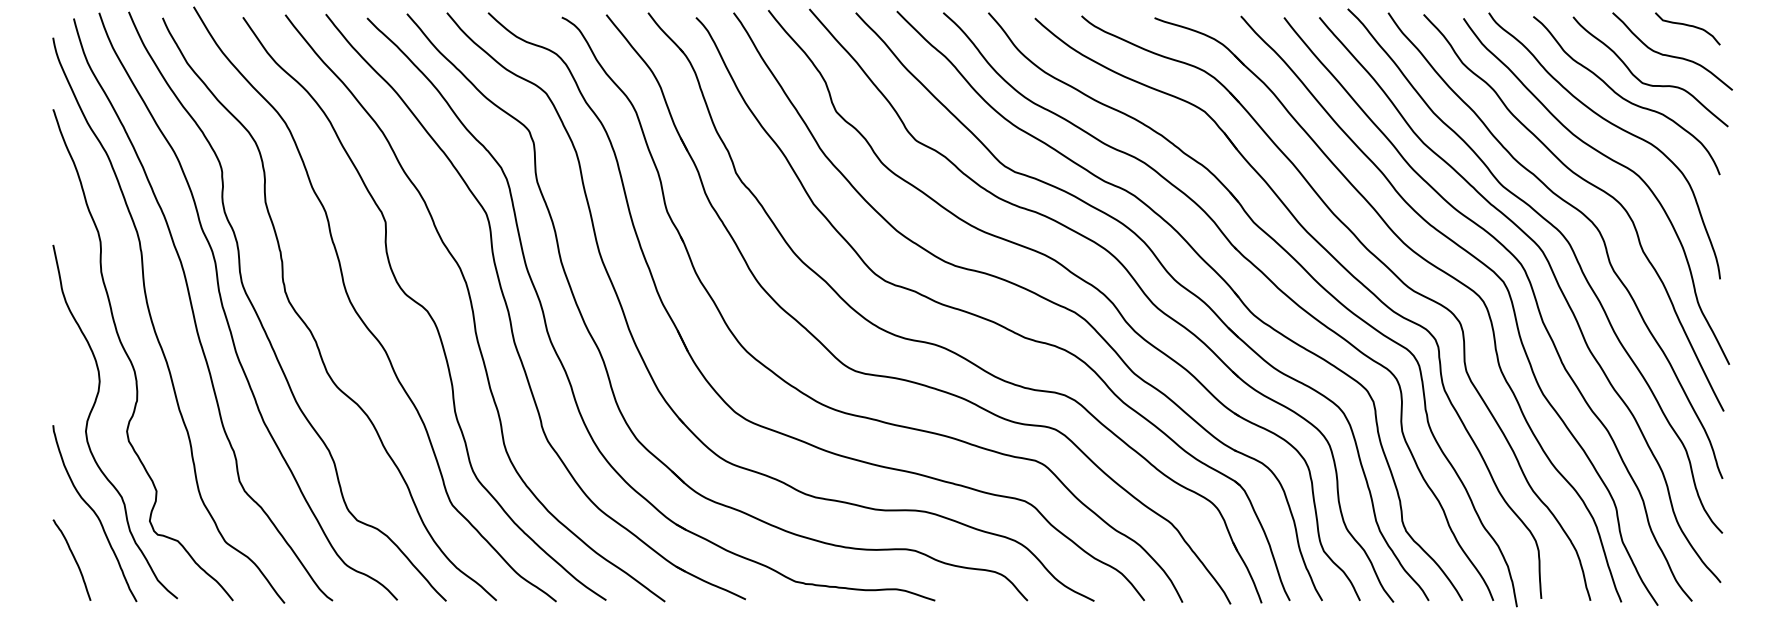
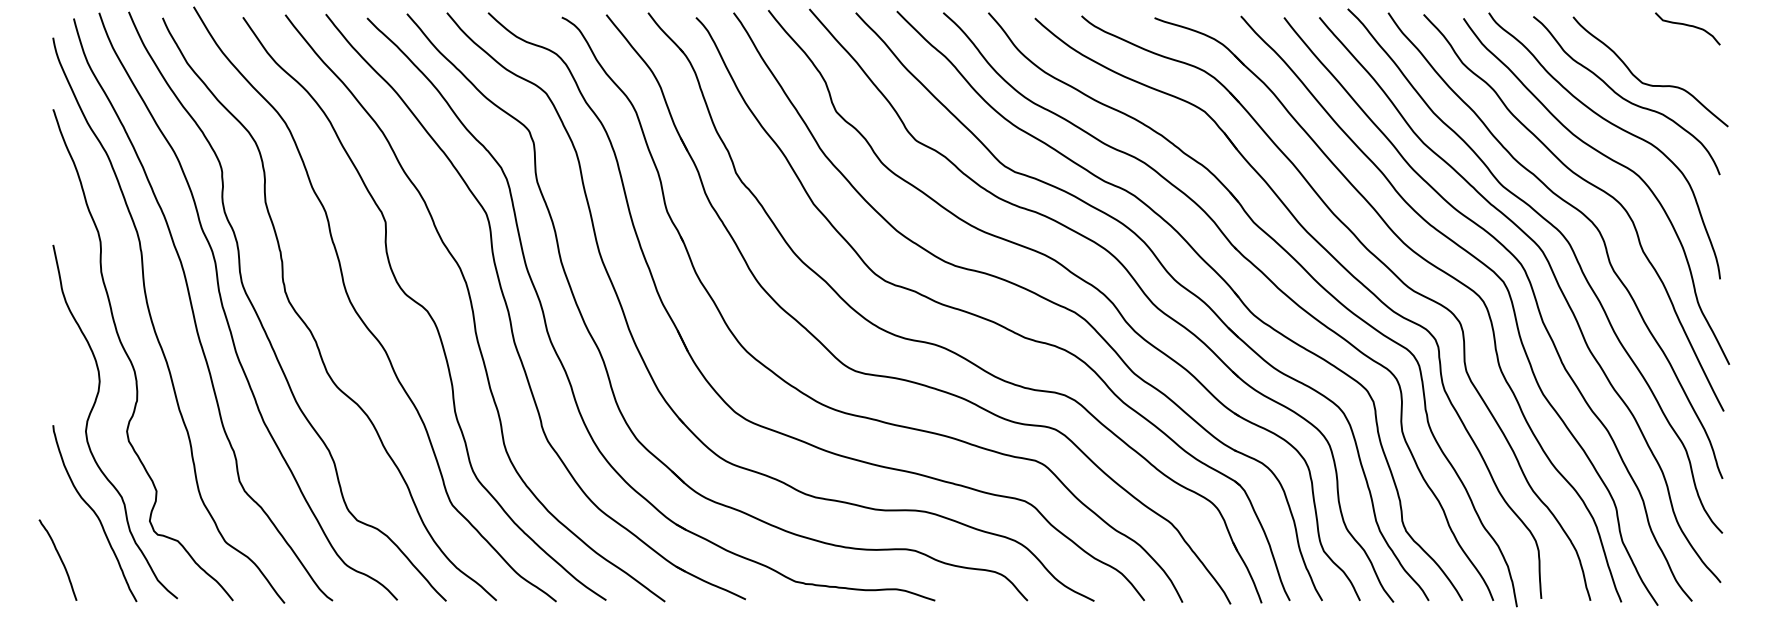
curve at (1672, 55): present -> none
curve at (73, 558) position: (73, 558) -> (59, 558)
